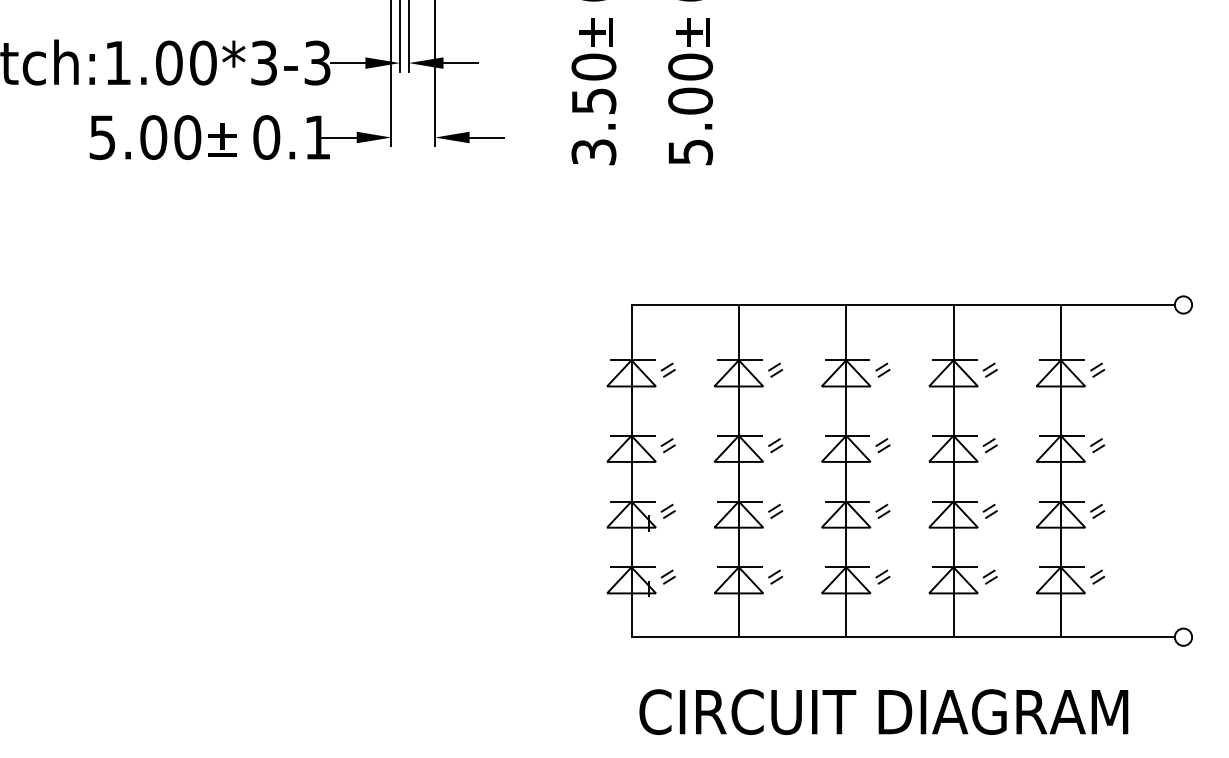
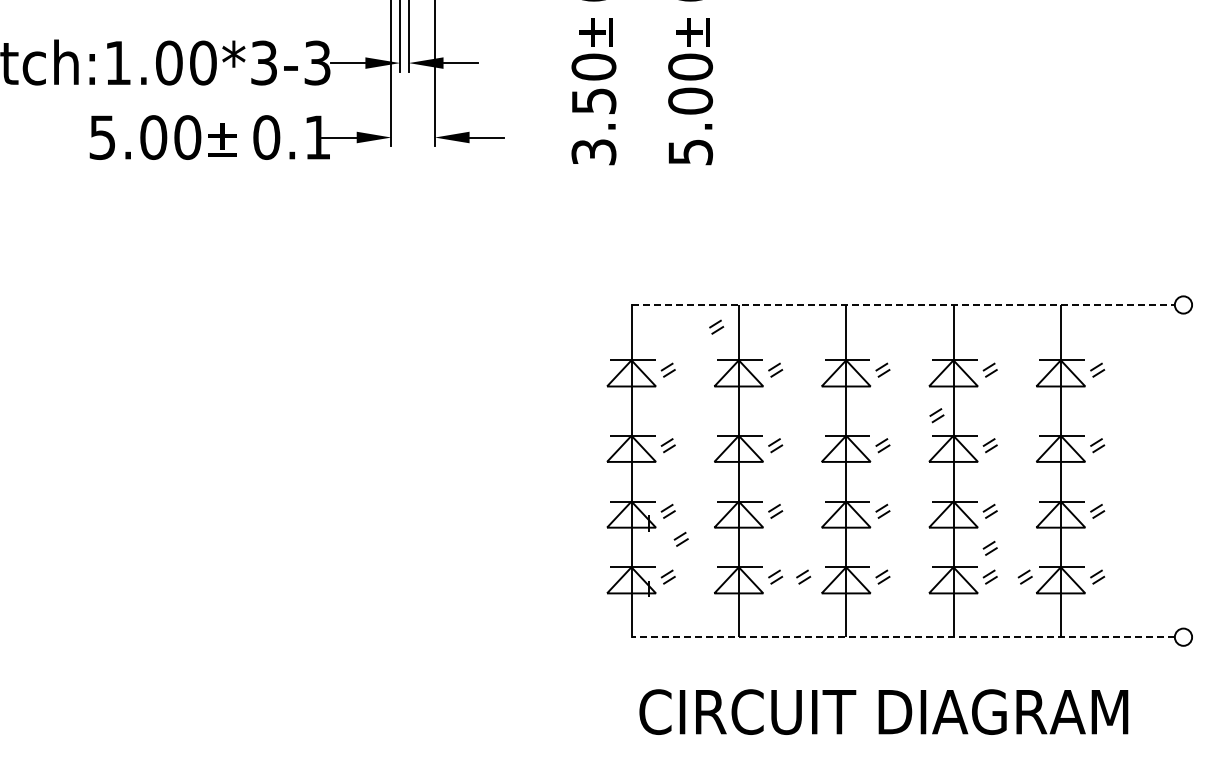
line at (903, 304): solid -> dashed
part at (716, 326): none -> present
part at (936, 415): none -> present
part at (680, 538): none -> present
part at (989, 547): none -> present
part at (803, 576): none -> present
part at (1024, 576): none -> present
line at (903, 637): solid -> dashed
